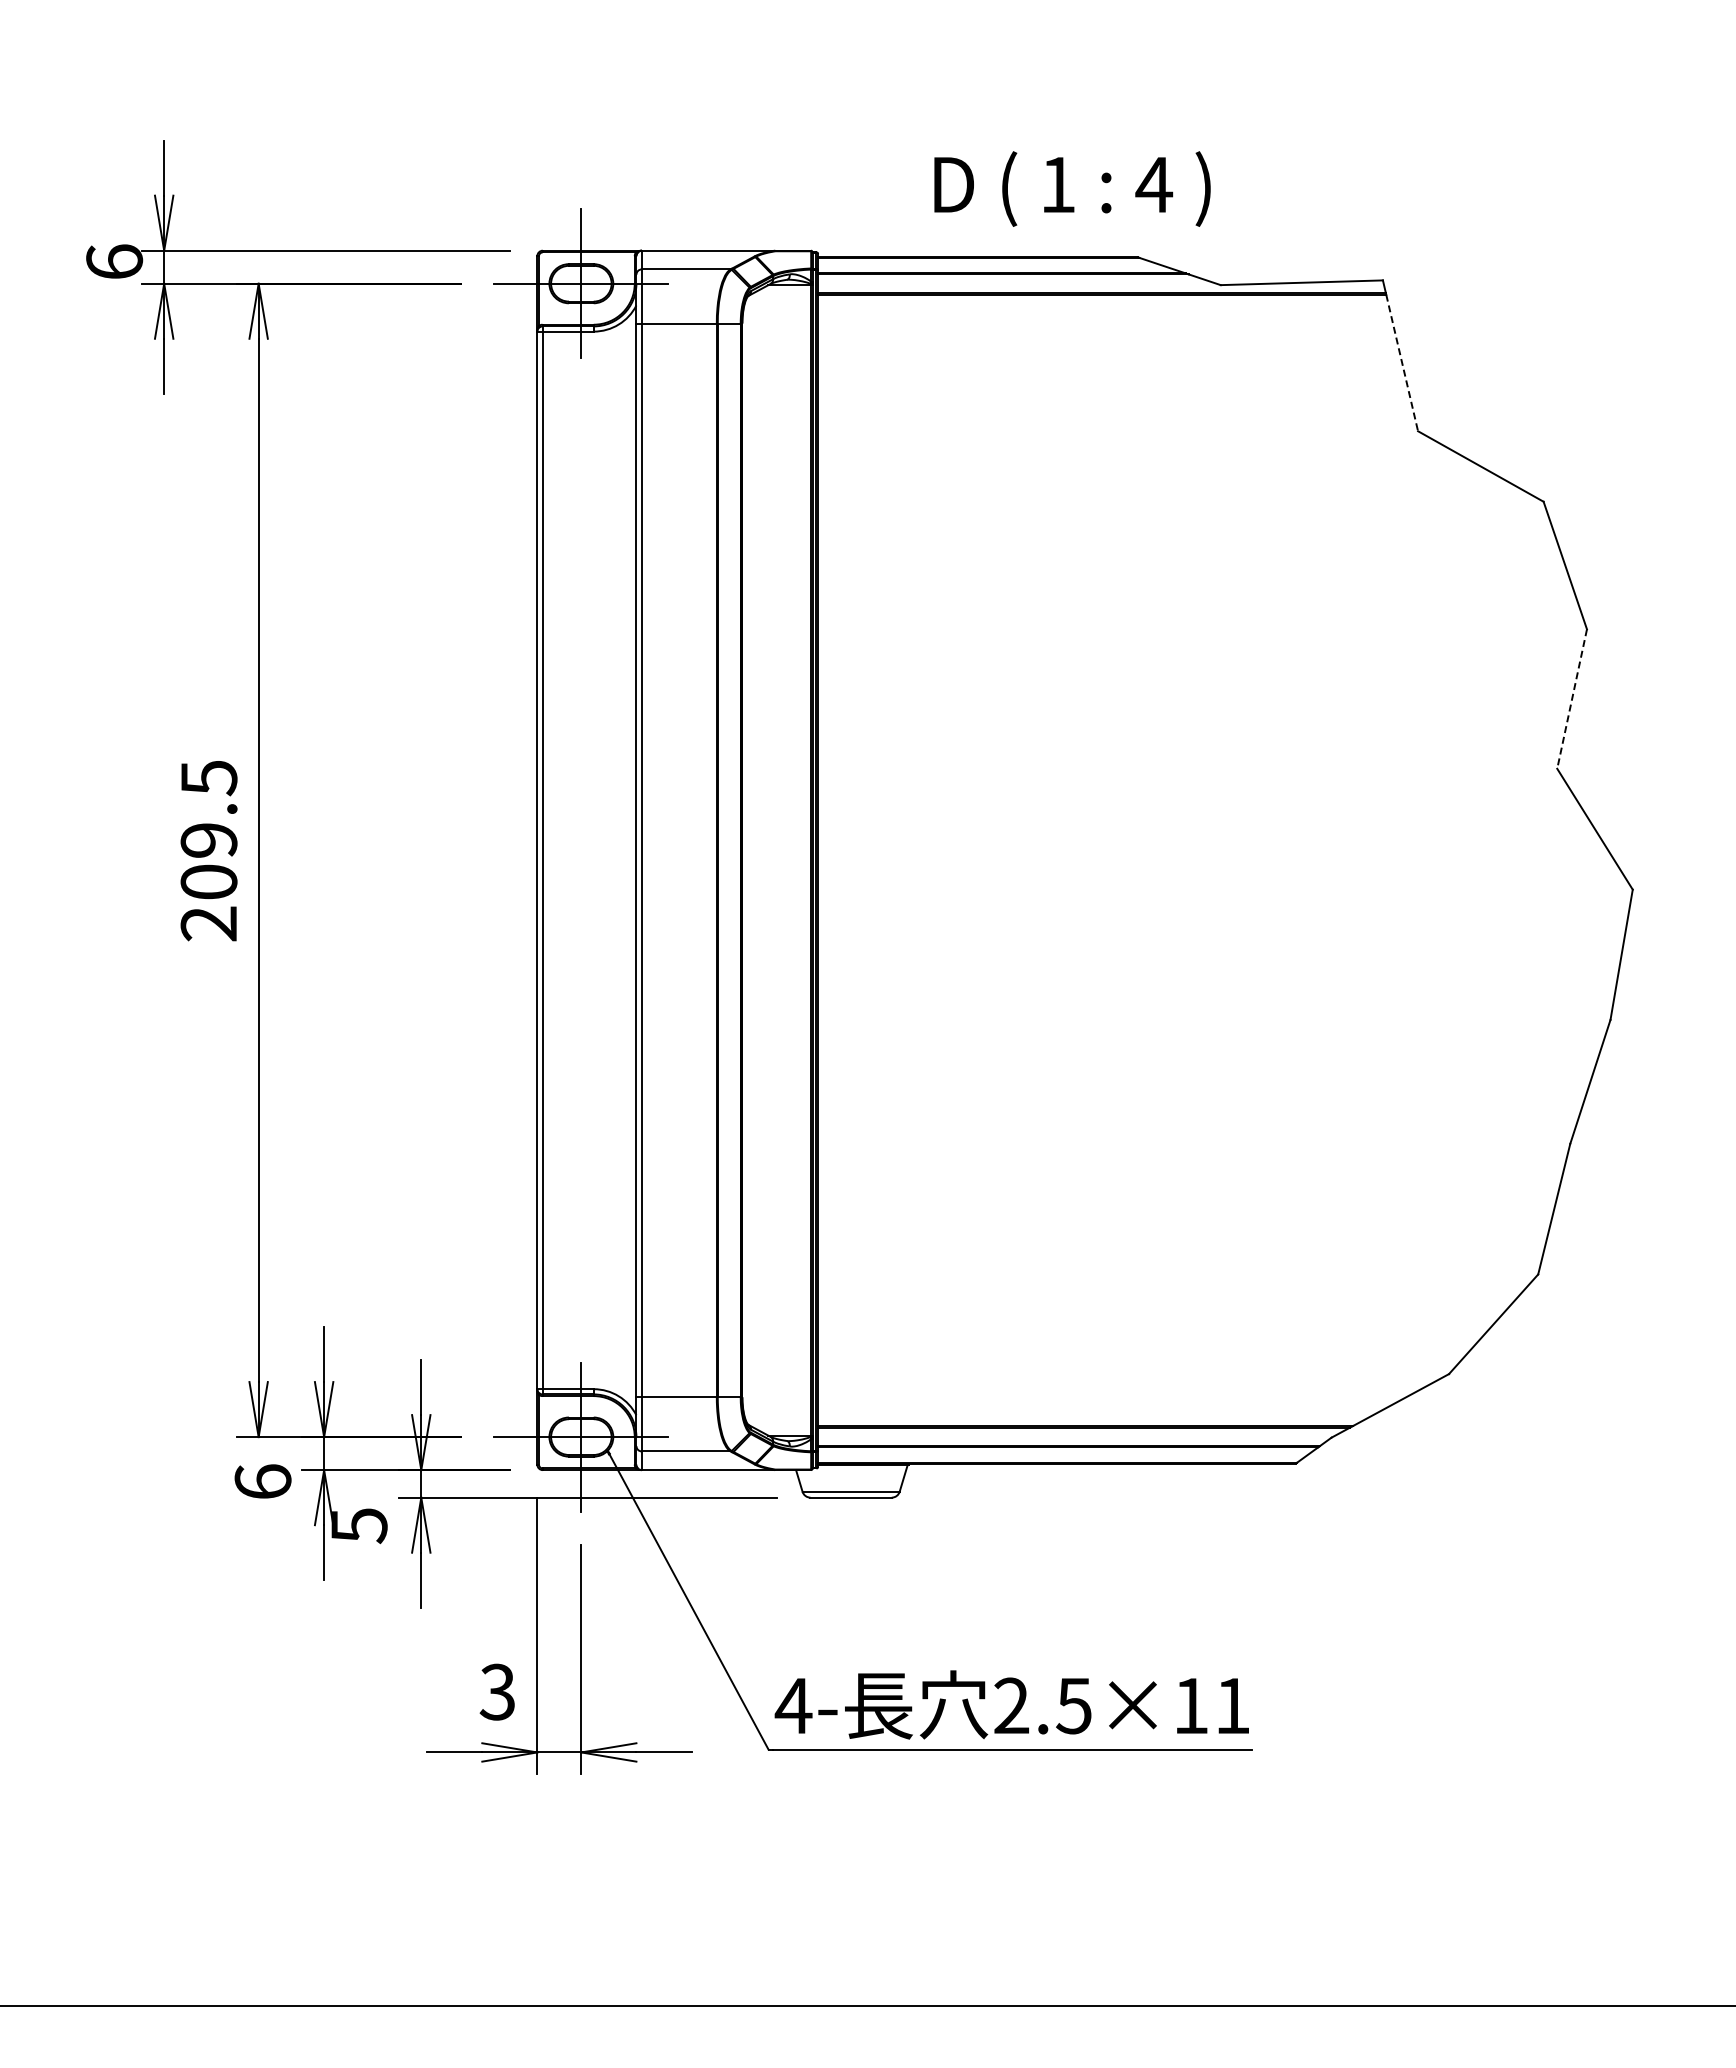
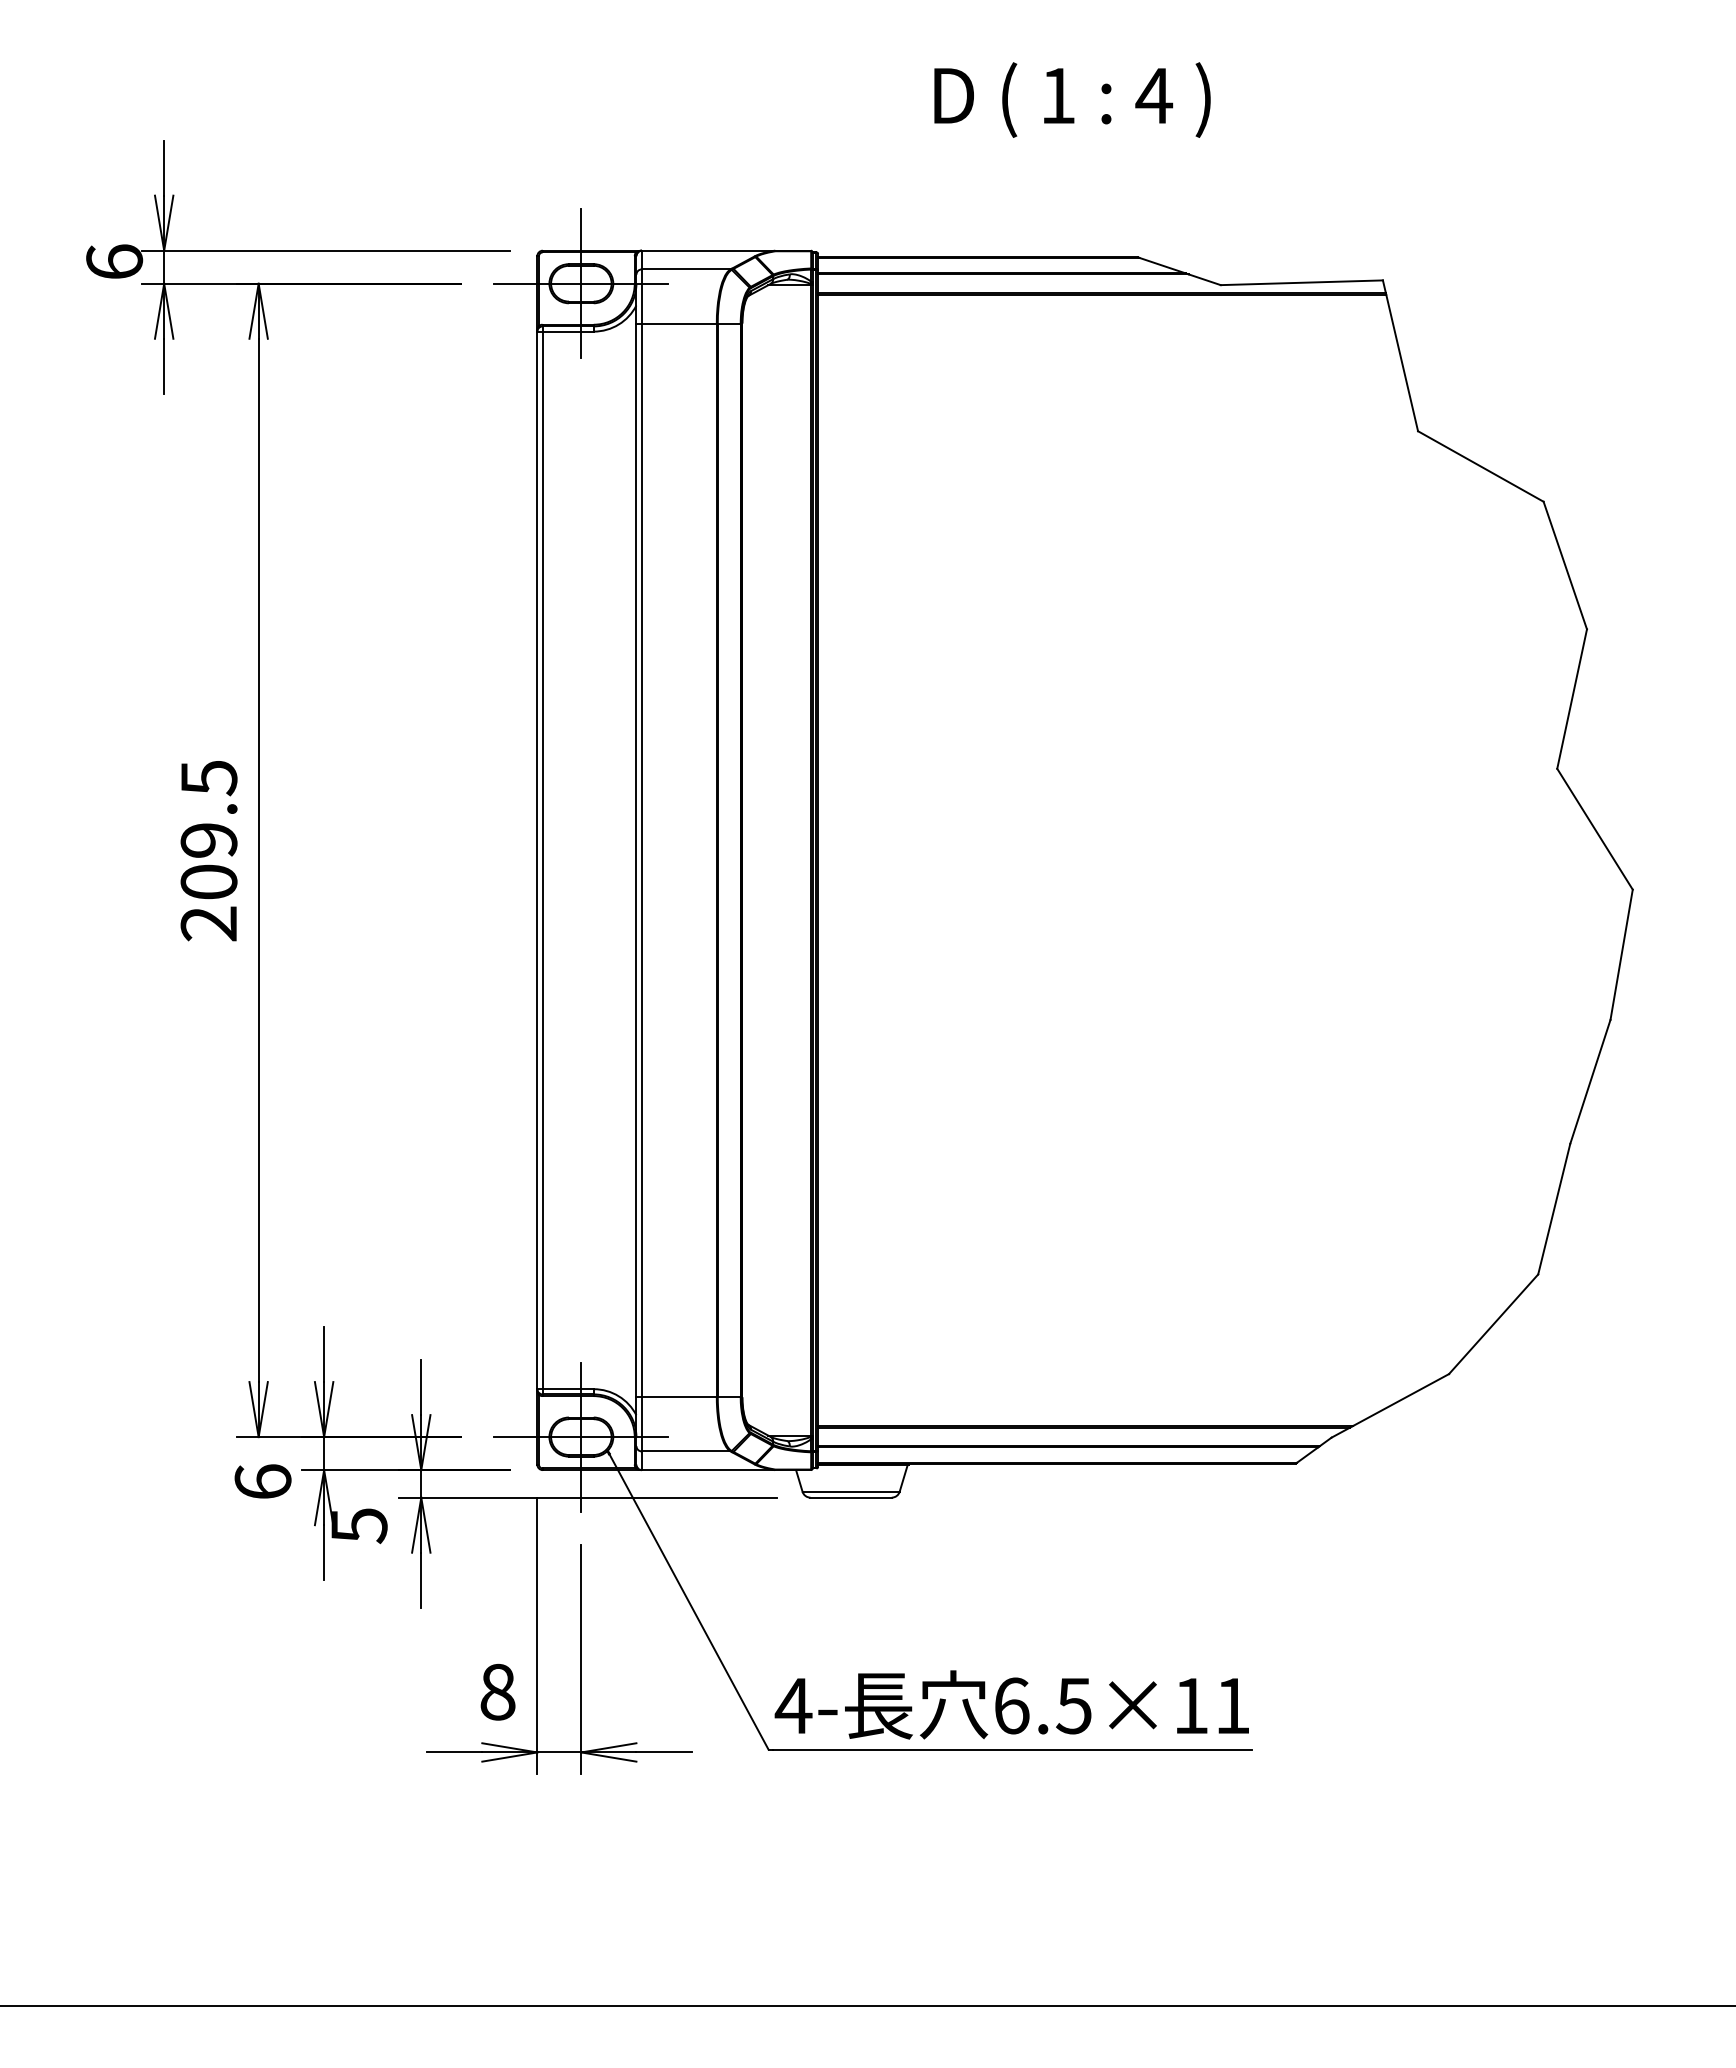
text at (1072, 188) position: (1072, 188) -> (1072, 99)
line at (1402, 363): dashed -> solid
line at (1572, 699): dashed -> solid
text at (497, 1691): 3 -> 8
text at (1011, 1705): 2.5×11 -> 6.5×11
